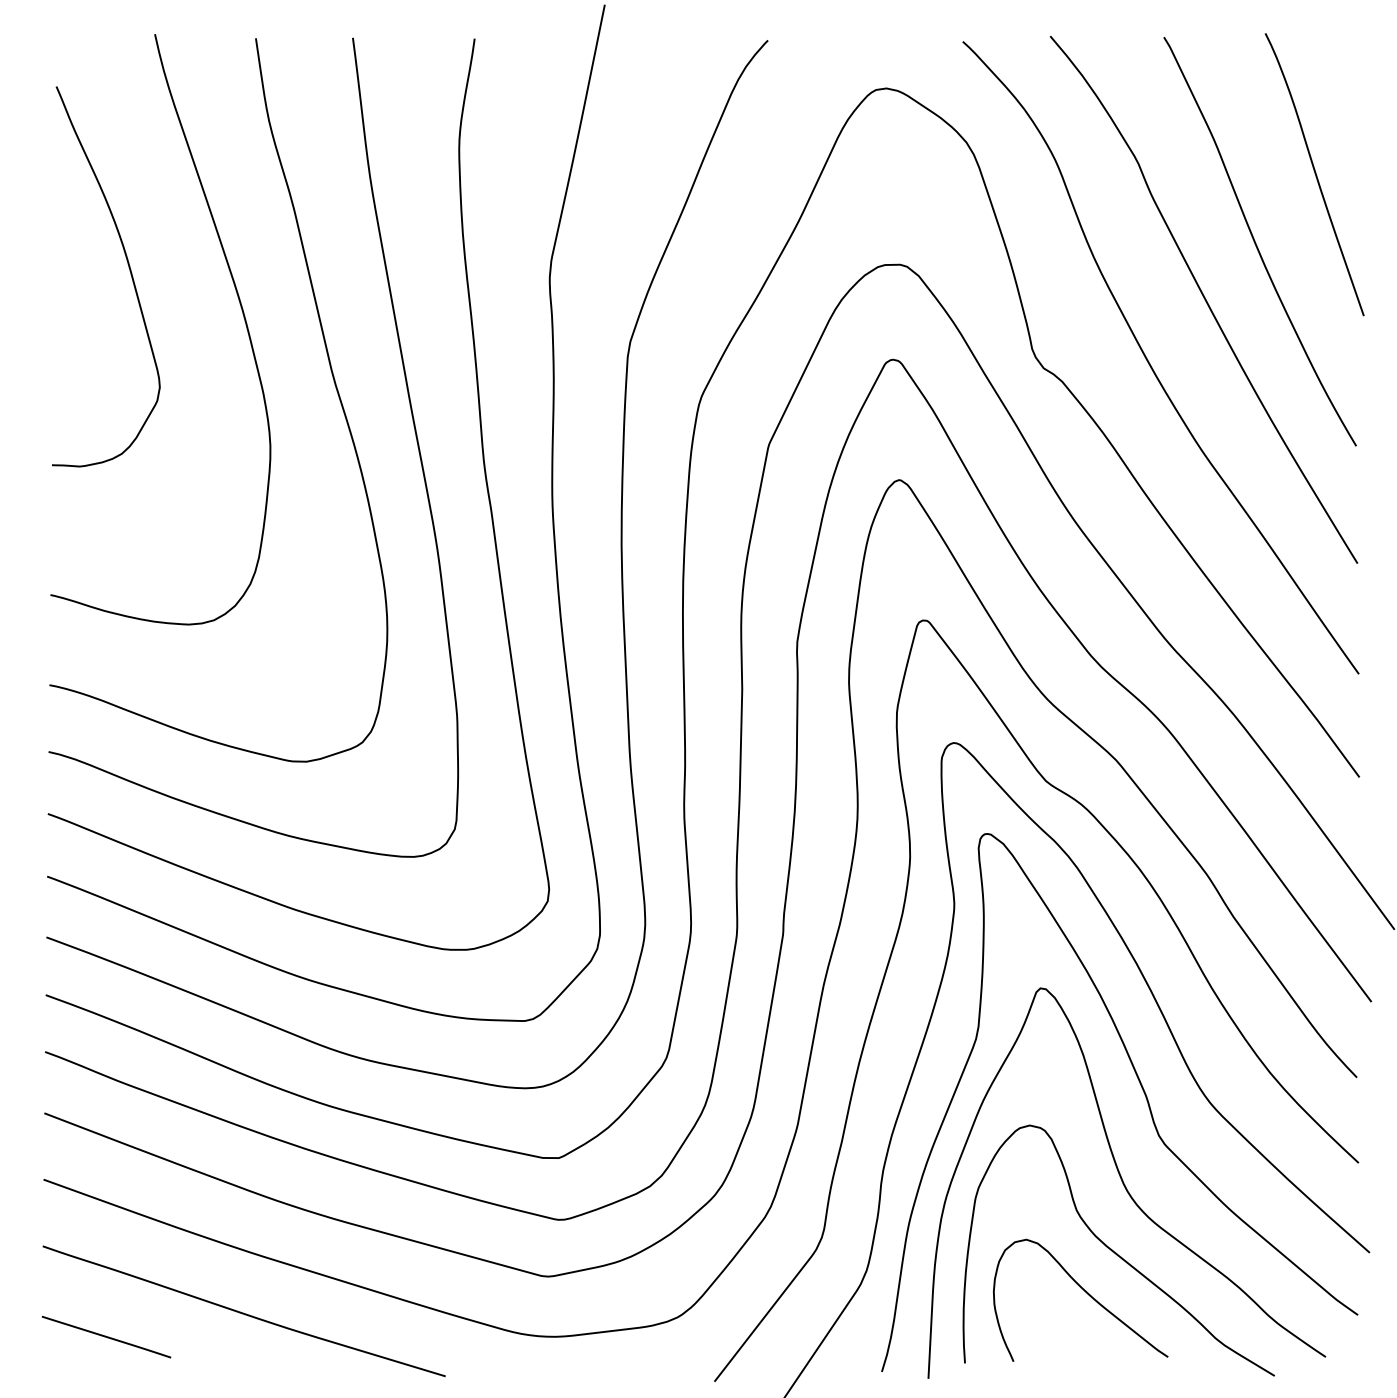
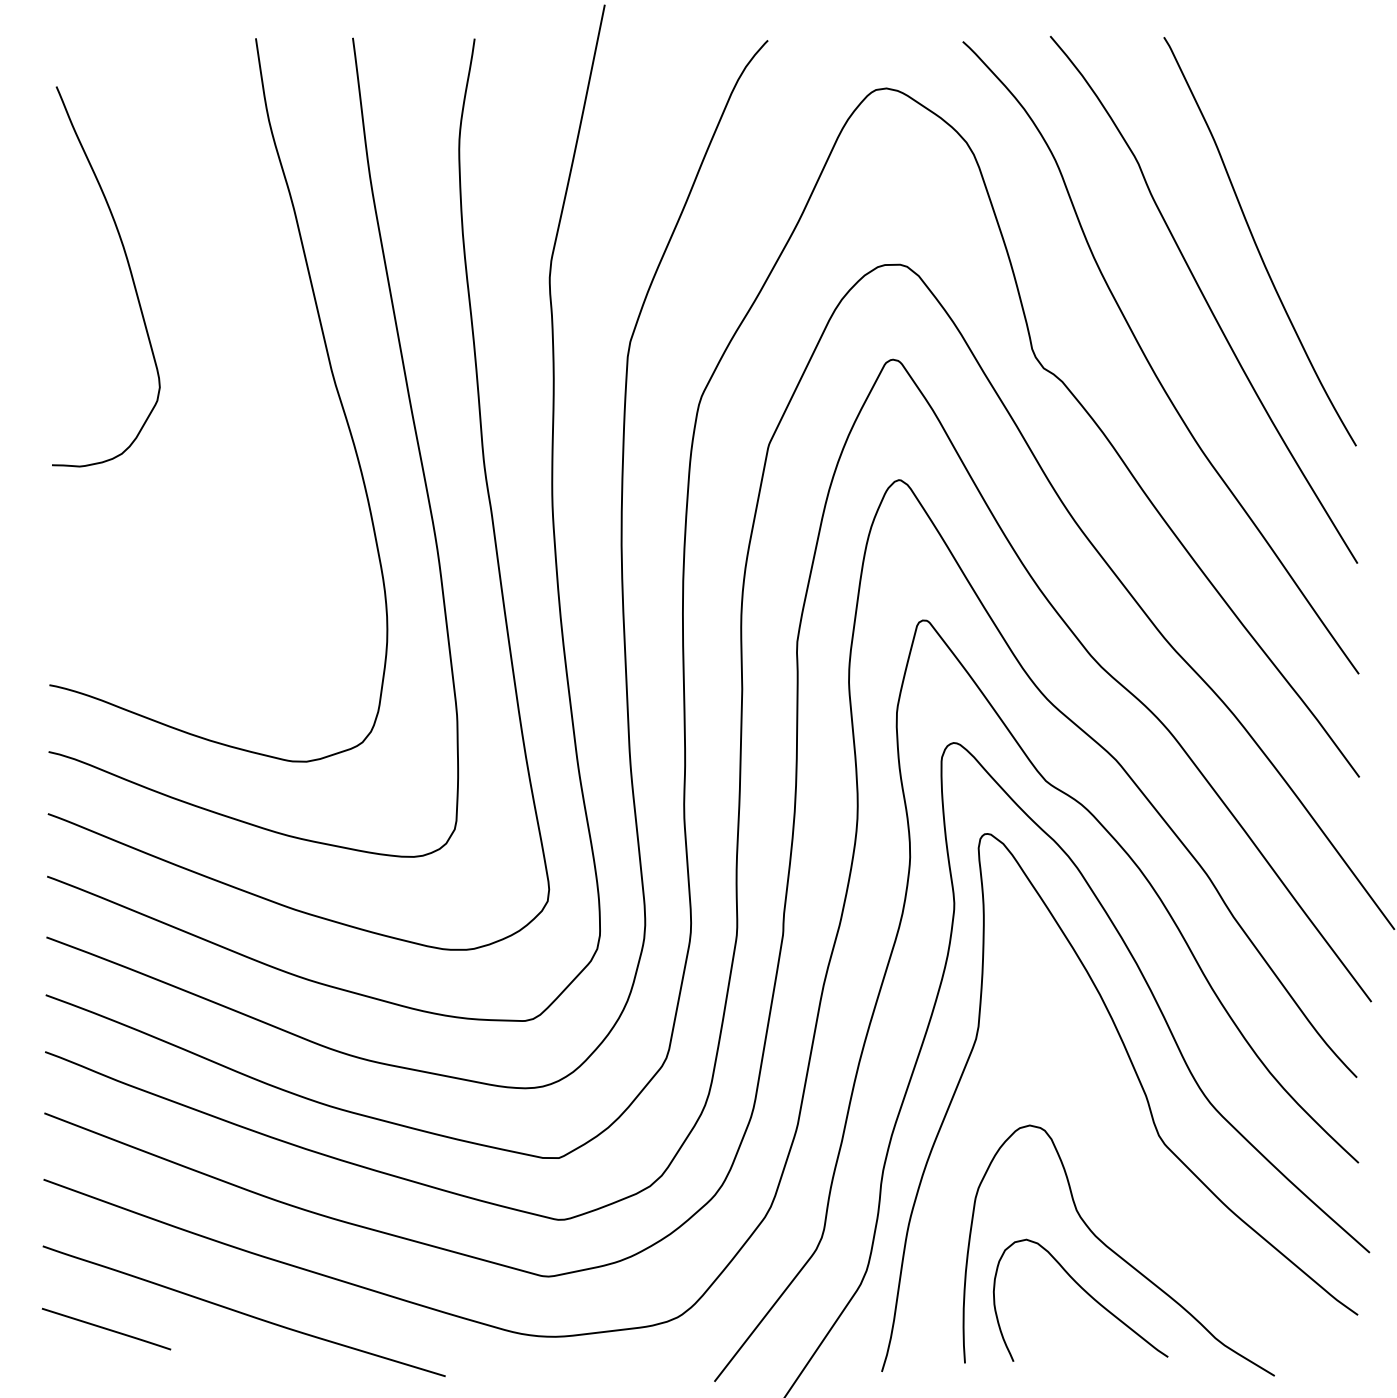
curve at (1314, 173): present -> none
curve at (240, 307): present -> none
curve at (1124, 1182): present -> none
line at (106, 1336) position: (106, 1336) -> (106, 1328)
